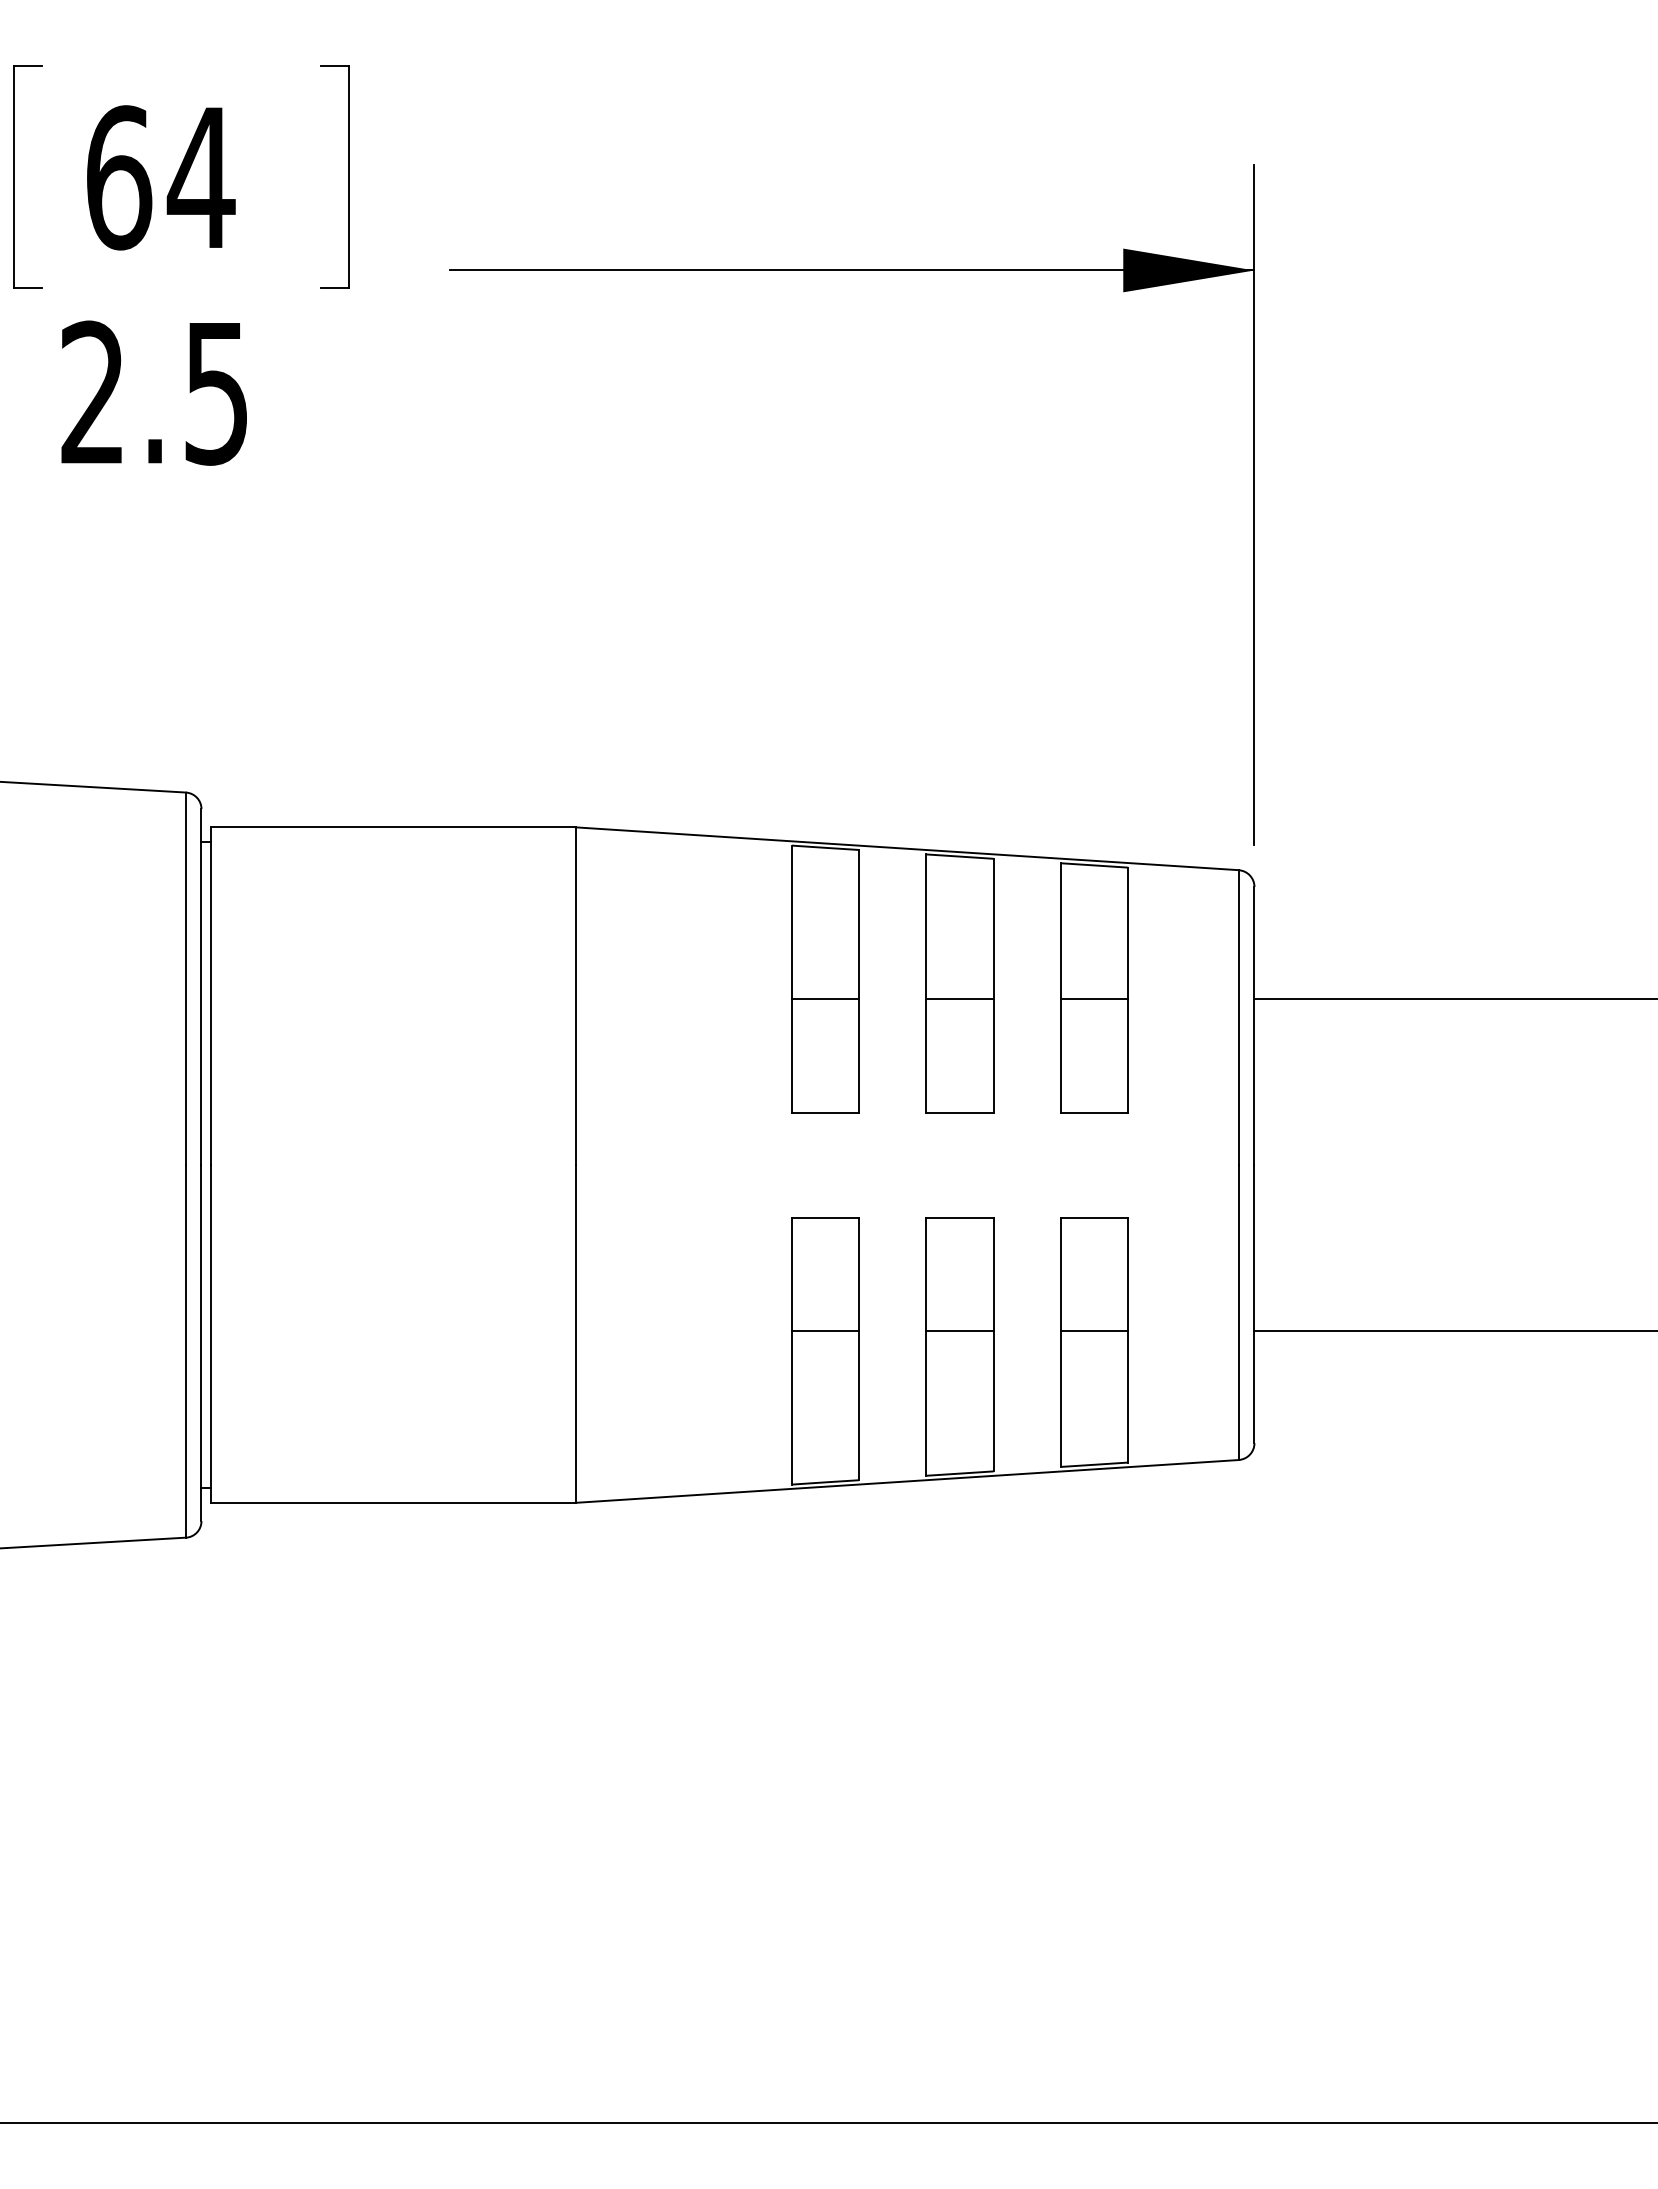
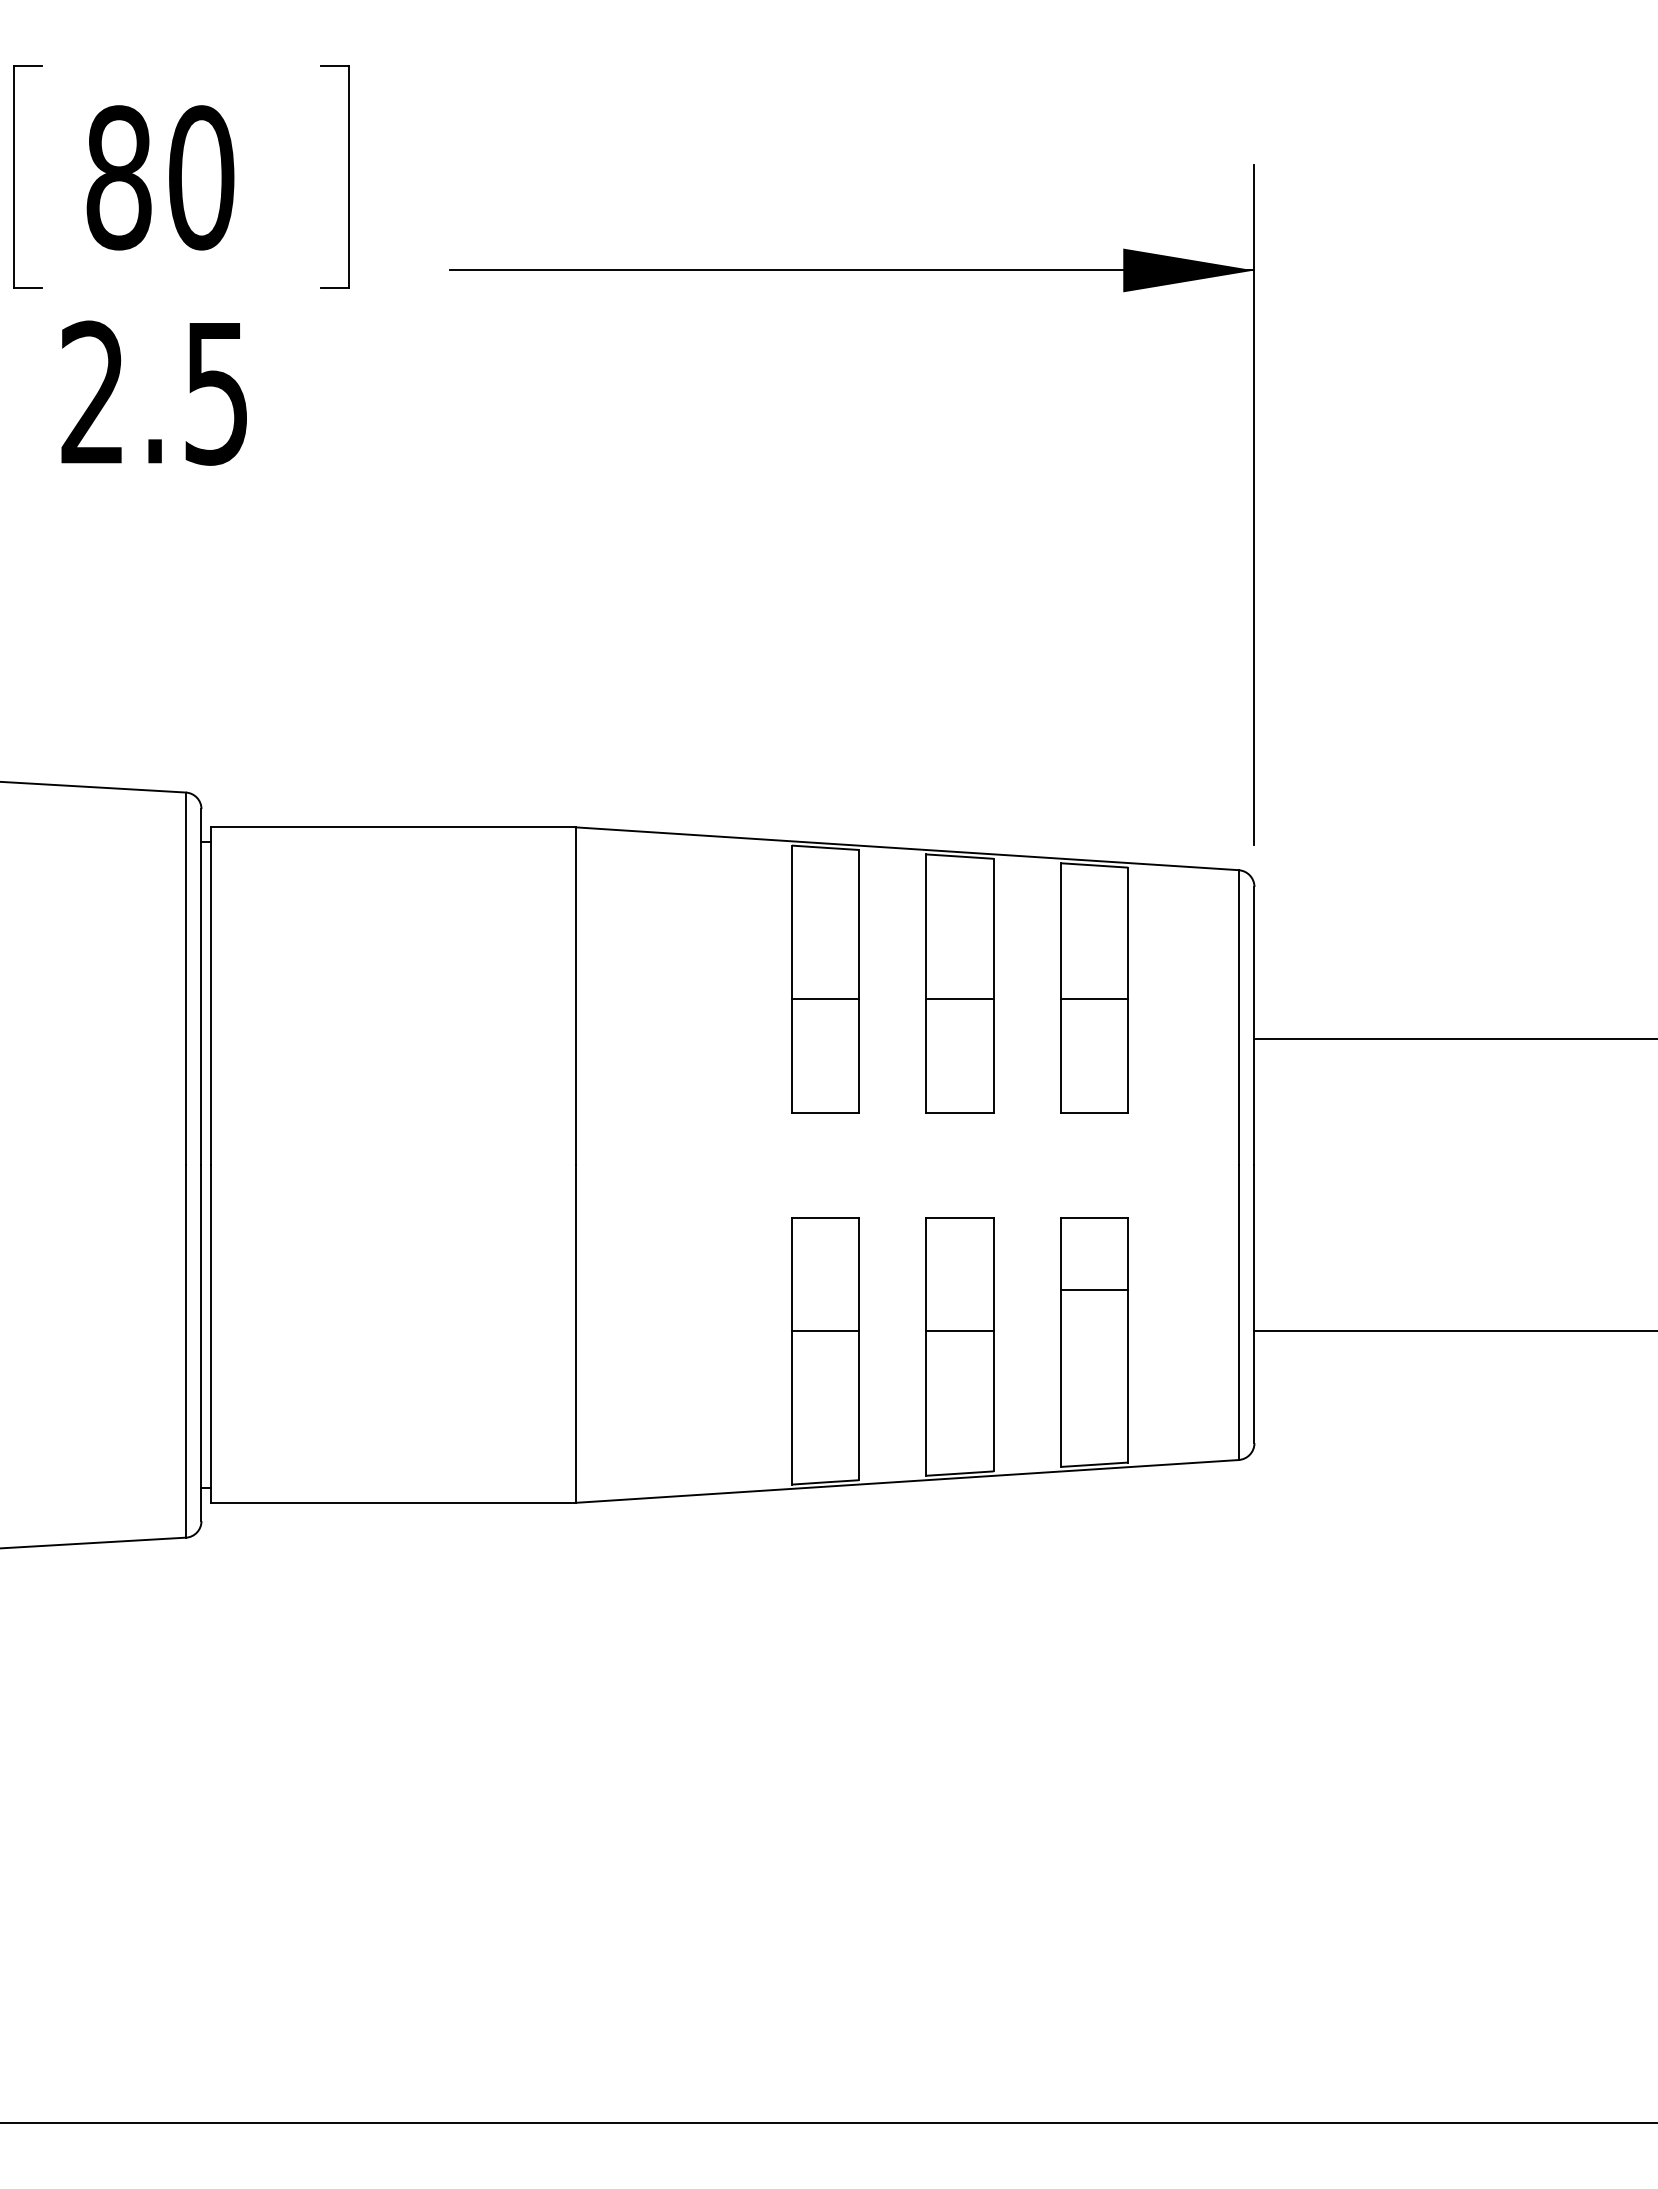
text at (160, 177): 64 -> 80
line at (1454, 999) position: (1454, 999) -> (1454, 1039)
line at (1094, 1330) position: (1094, 1330) -> (1094, 1289)
